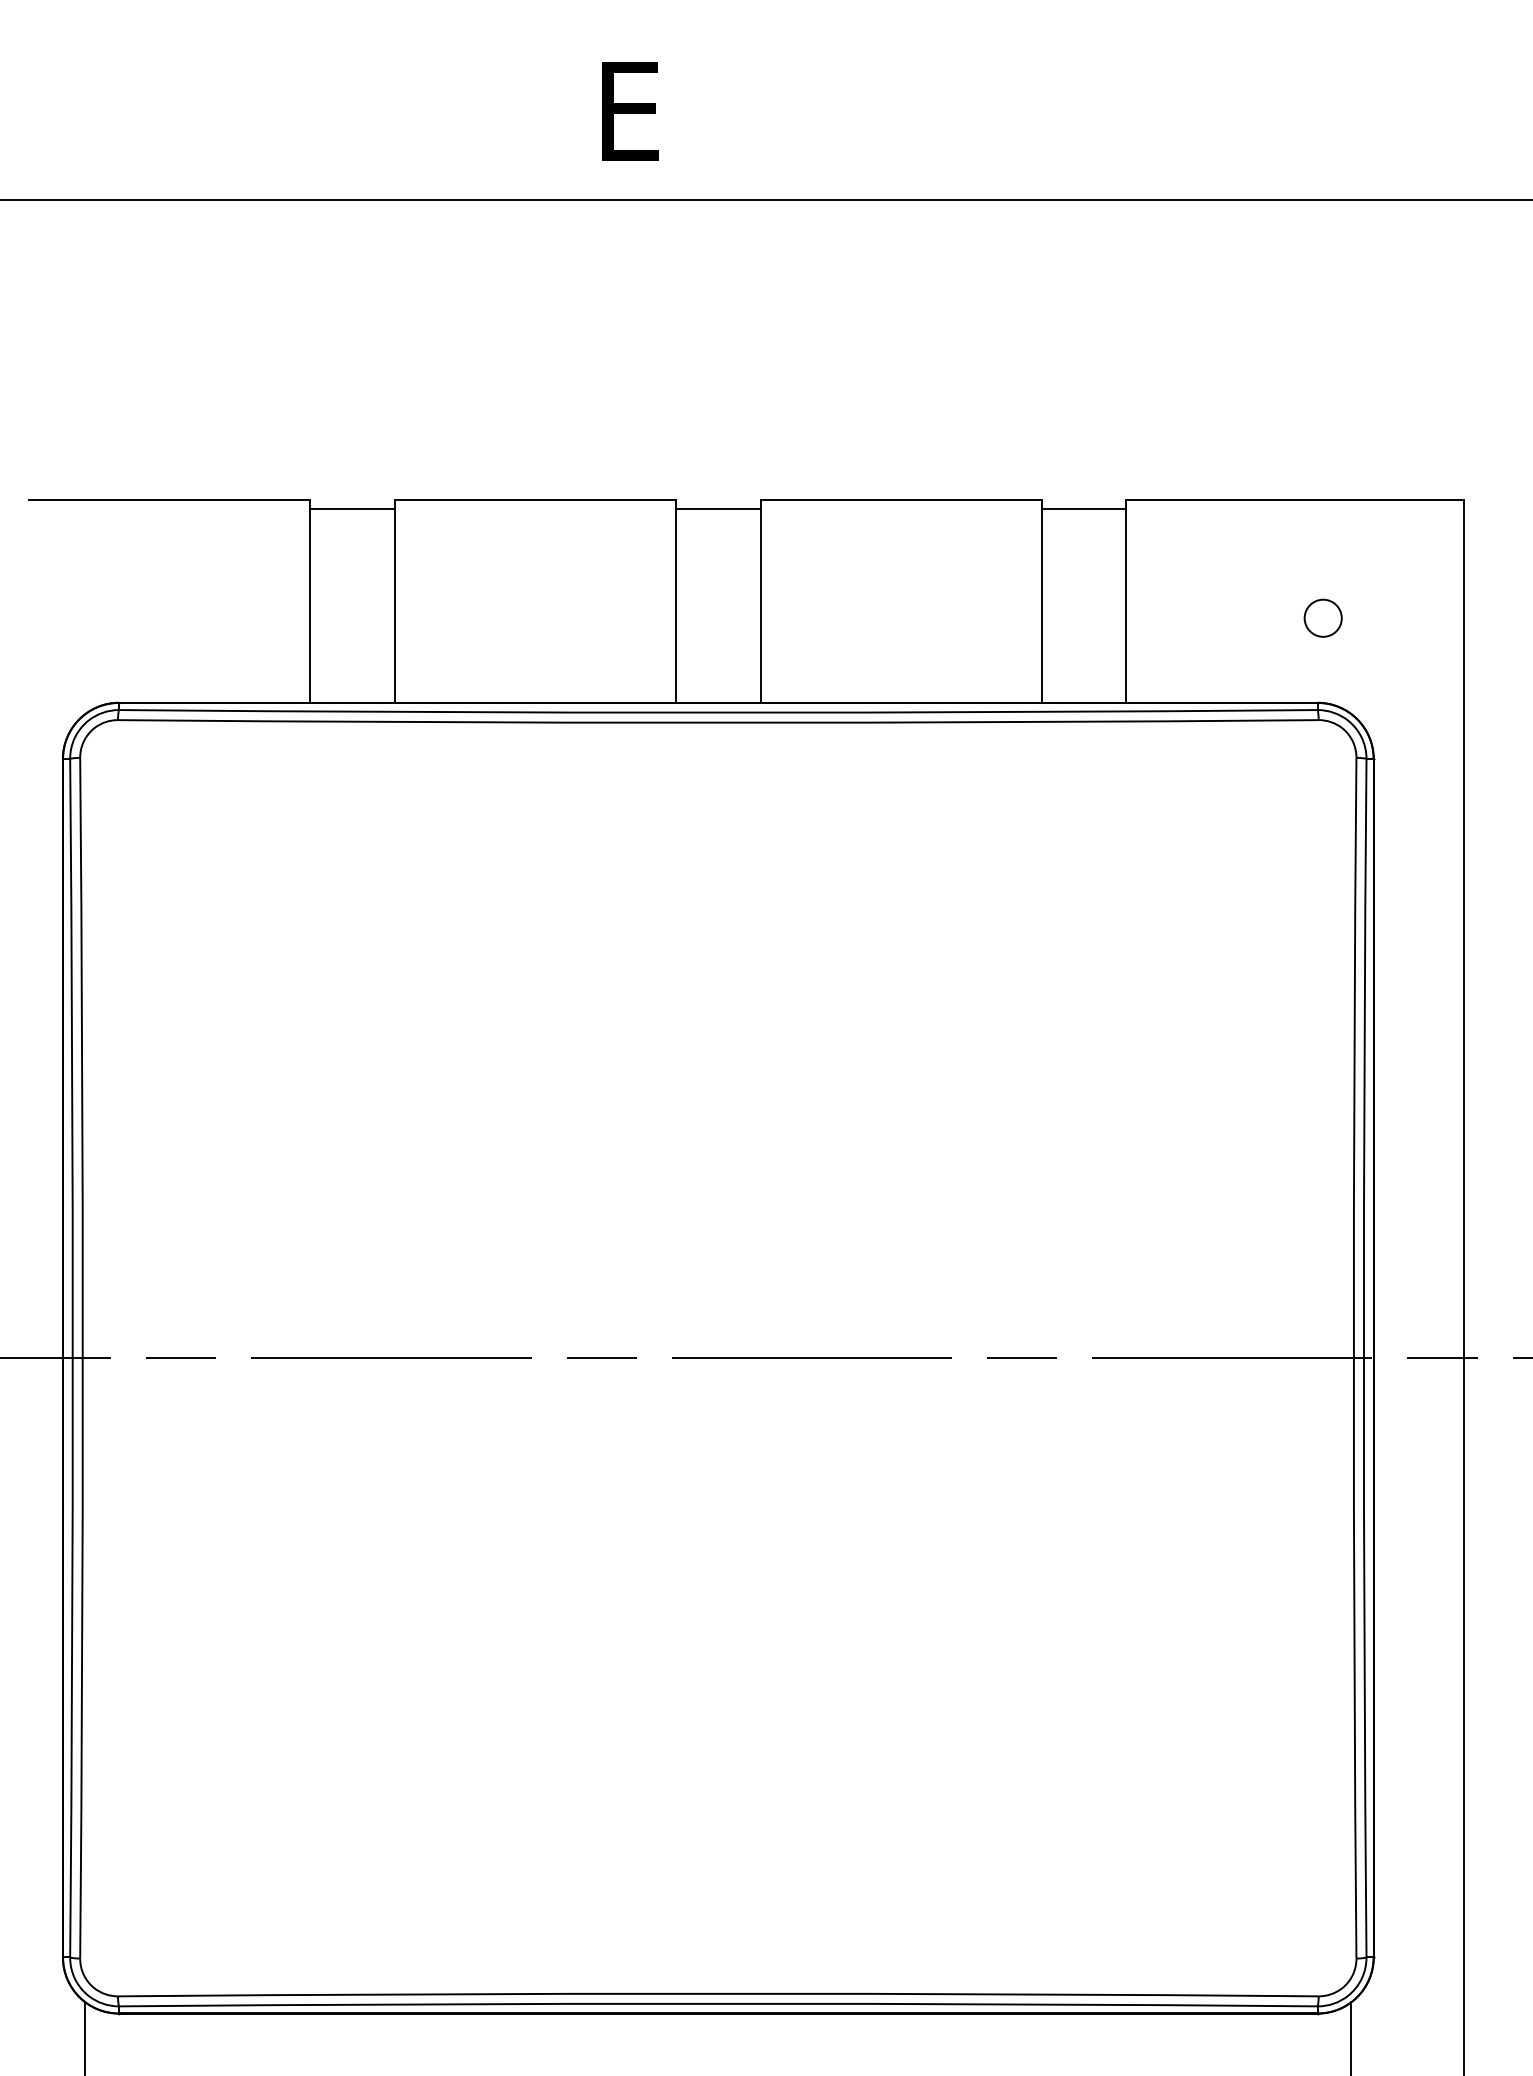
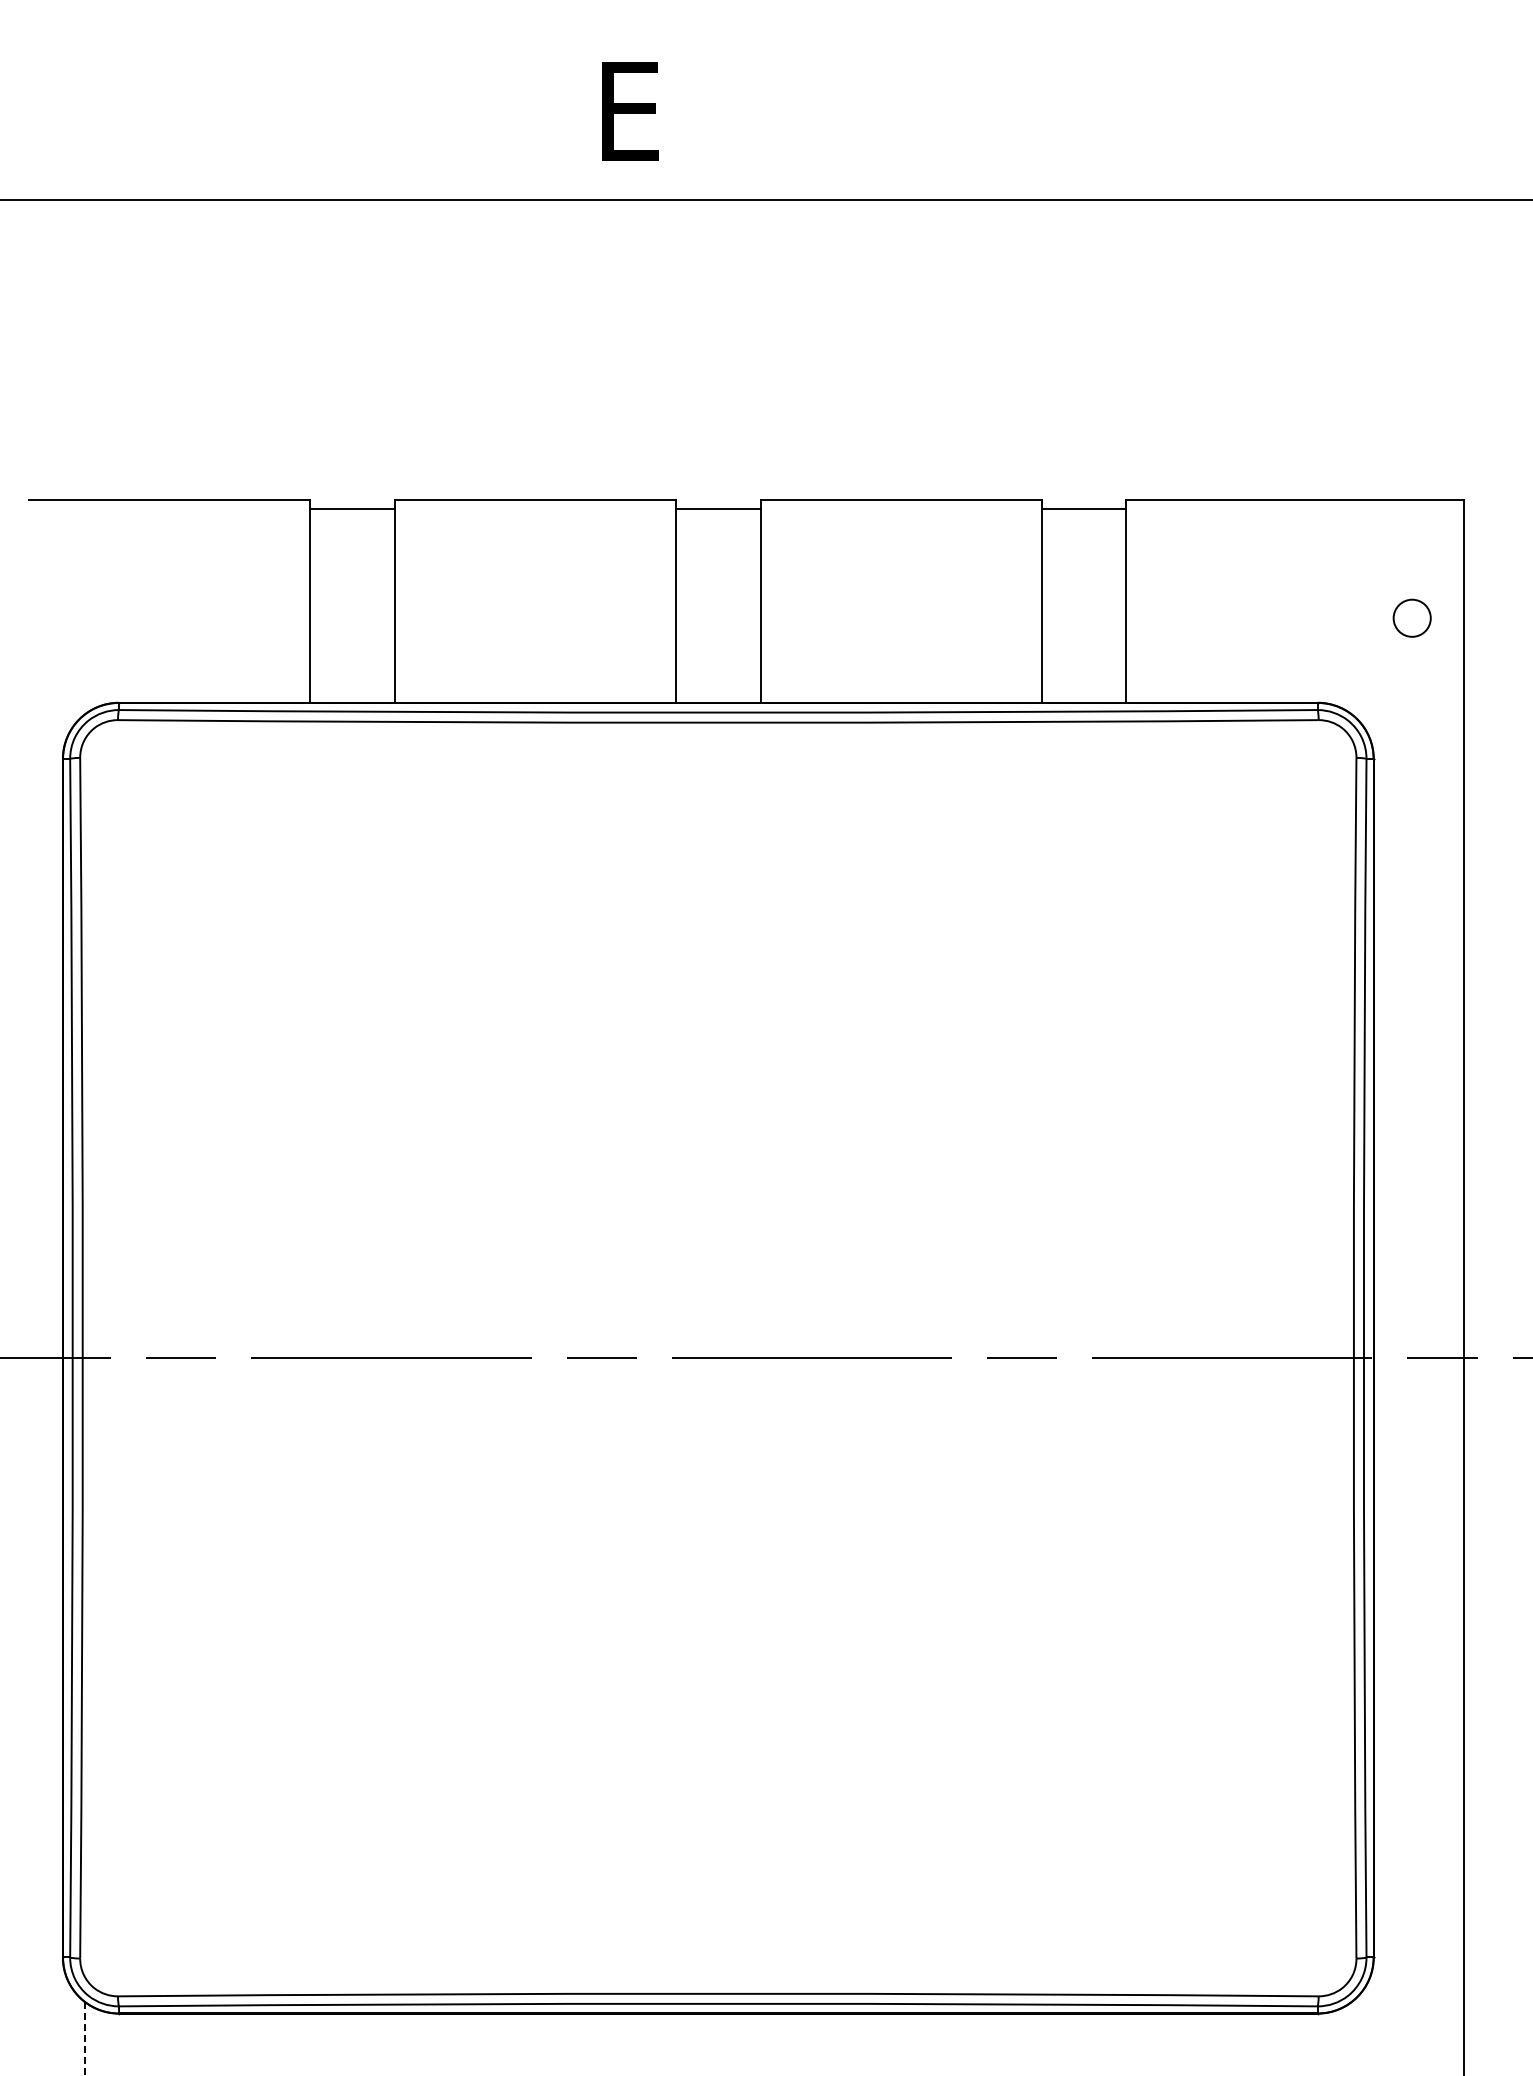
circle at (1322, 617) position: (1322, 617) -> (1411, 617)
line at (1351, 2037): present -> none
line at (85, 2039): solid -> dashed
